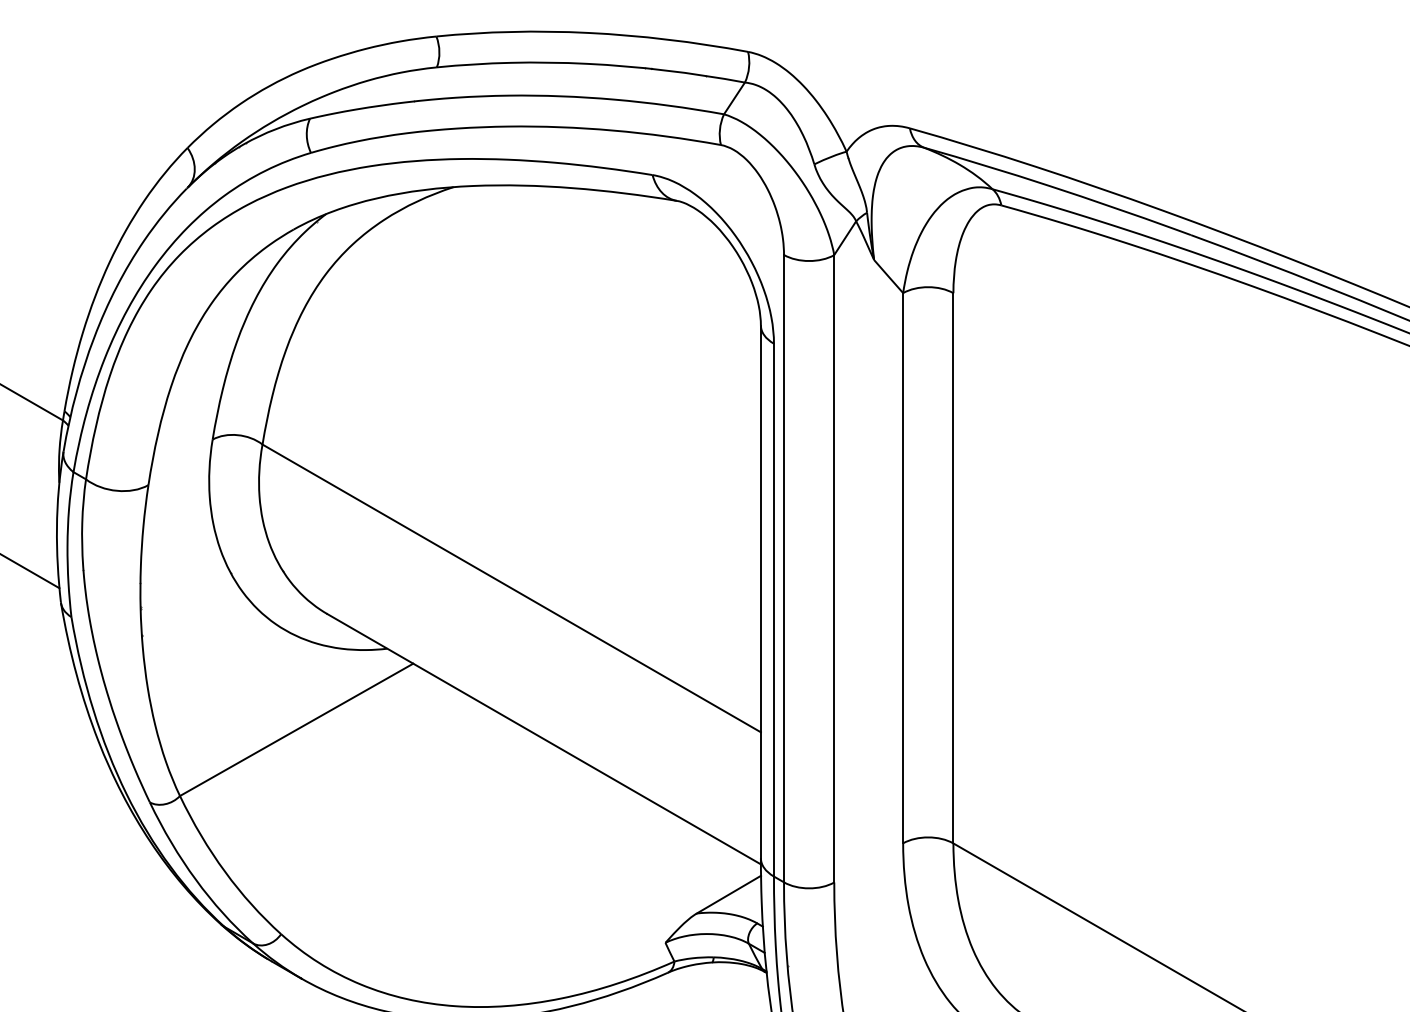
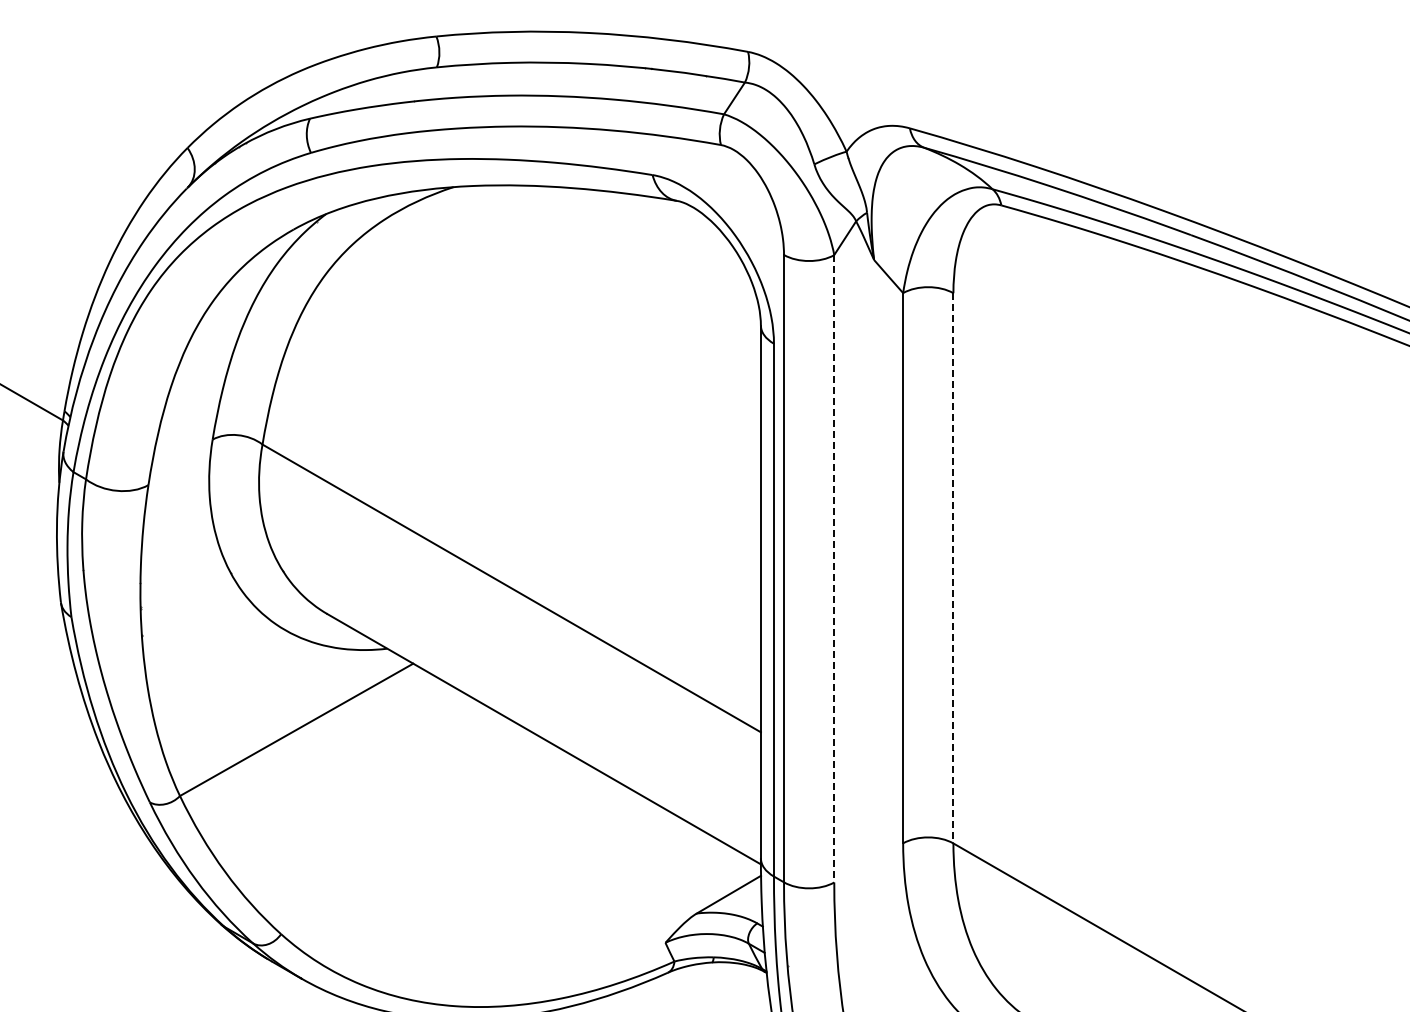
line at (834, 568): solid -> dashed
line at (953, 568): solid -> dashed
line at (30, 571): present -> none
